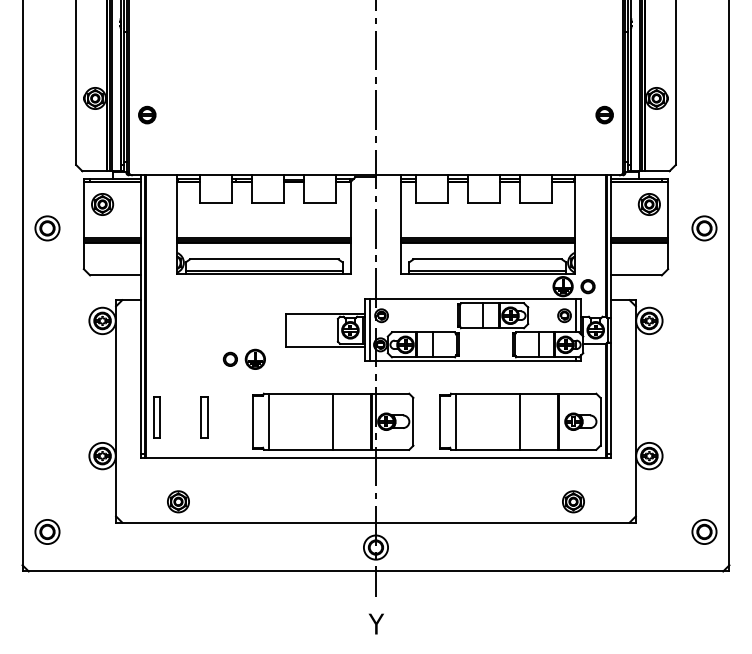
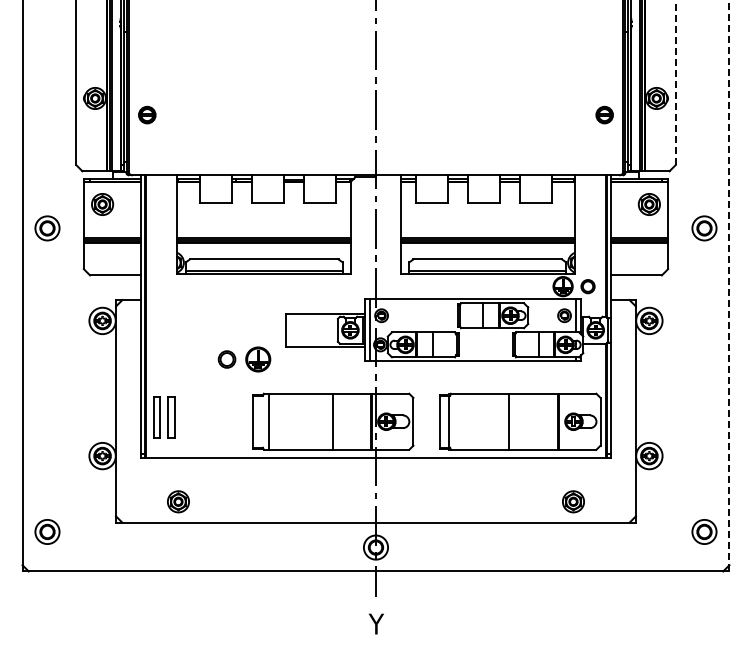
line at (675, 82): solid -> dashed
line at (729, 285): solid -> dashed
part at (243, 358) size: 44x22 px -> 55x27 px
part at (204, 417) position: (204, 417) -> (171, 417)
line at (456, 421) position: (456, 421) -> (449, 421)
line at (519, 421) position: (519, 421) -> (508, 421)
